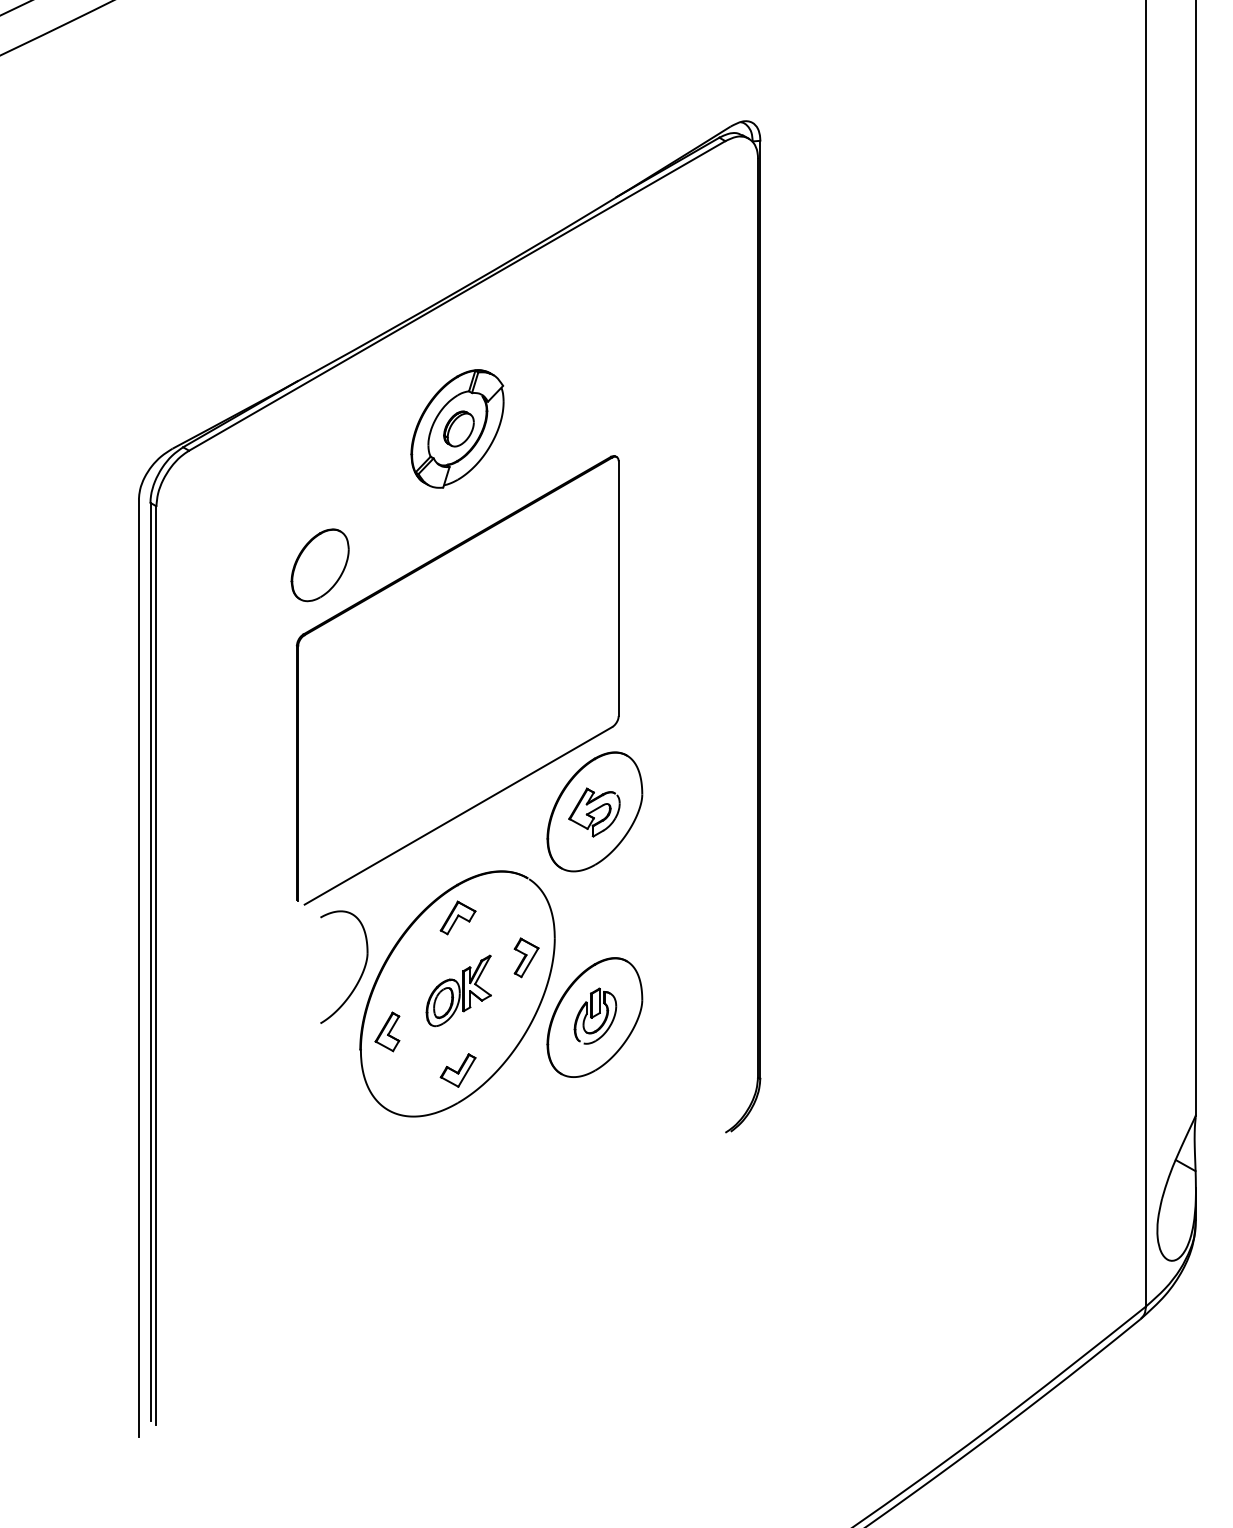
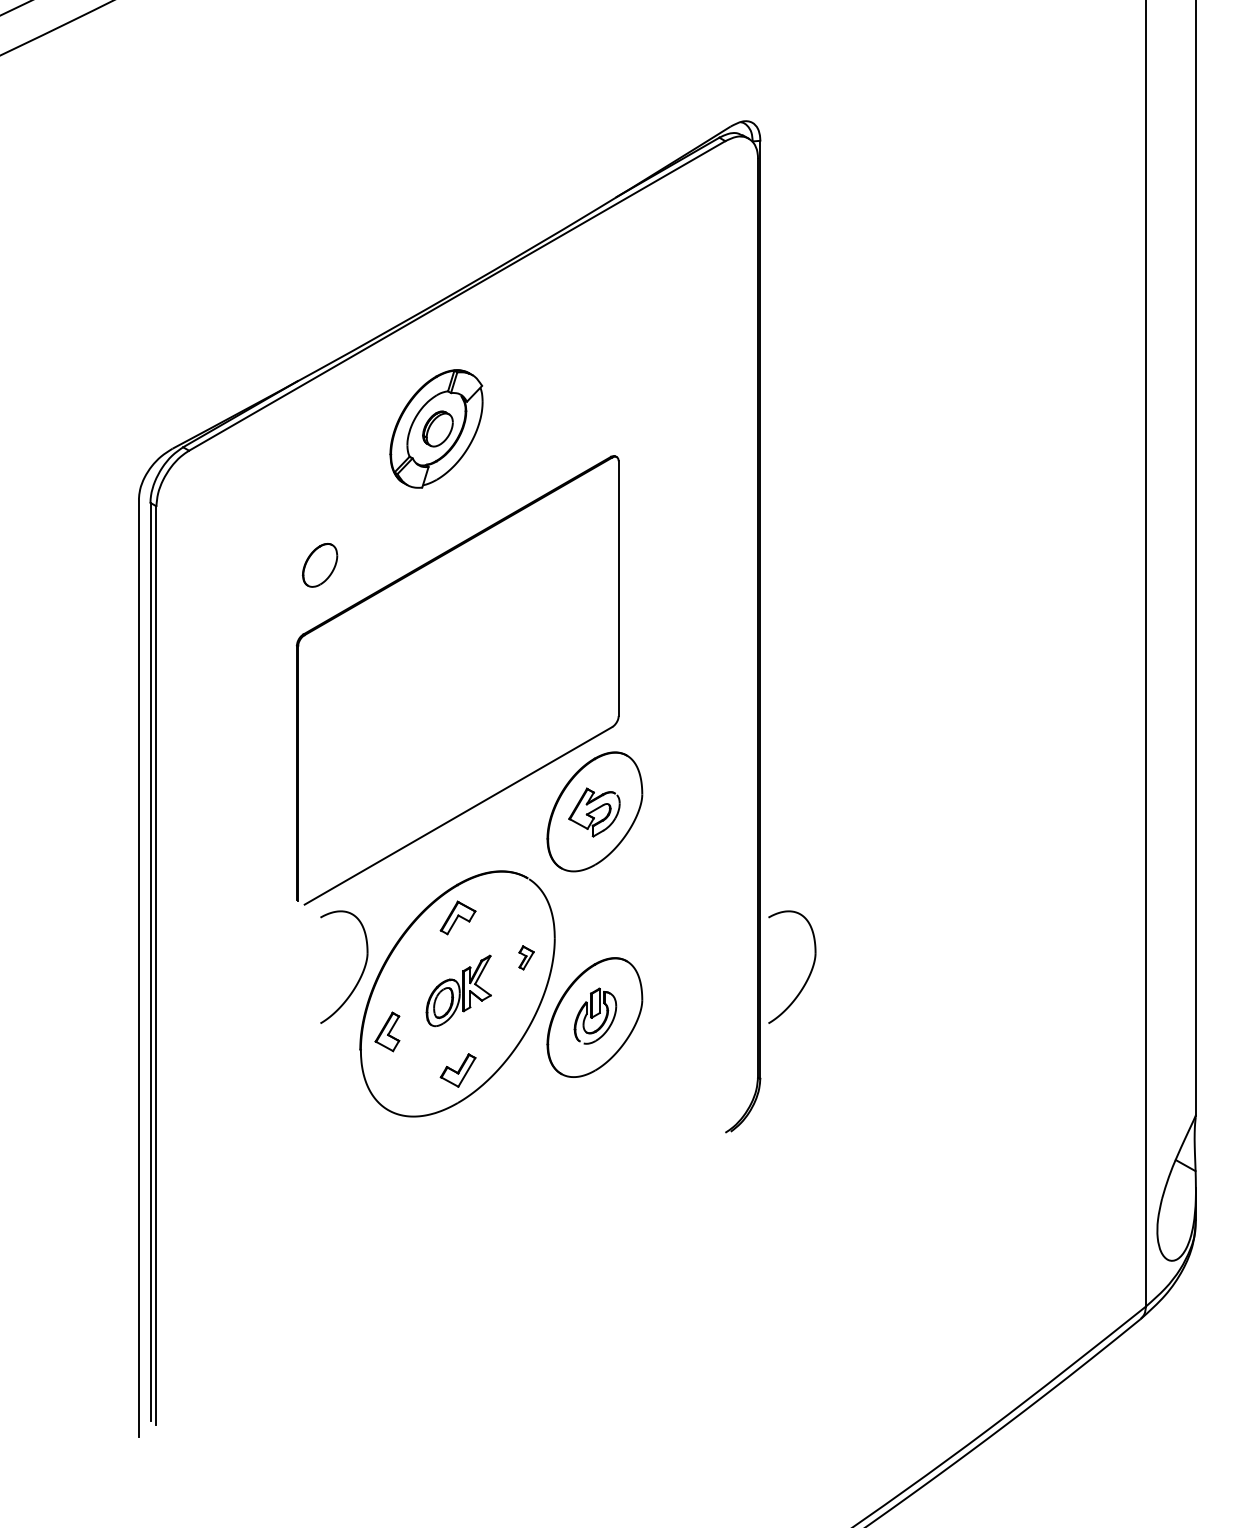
part at (457, 428) position: (457, 428) -> (436, 428)
part at (319, 565) size: 60x75 px -> 37x45 px
part at (526, 957) size: 27x42 px -> 17x26 px
part at (808, 975): none -> present
